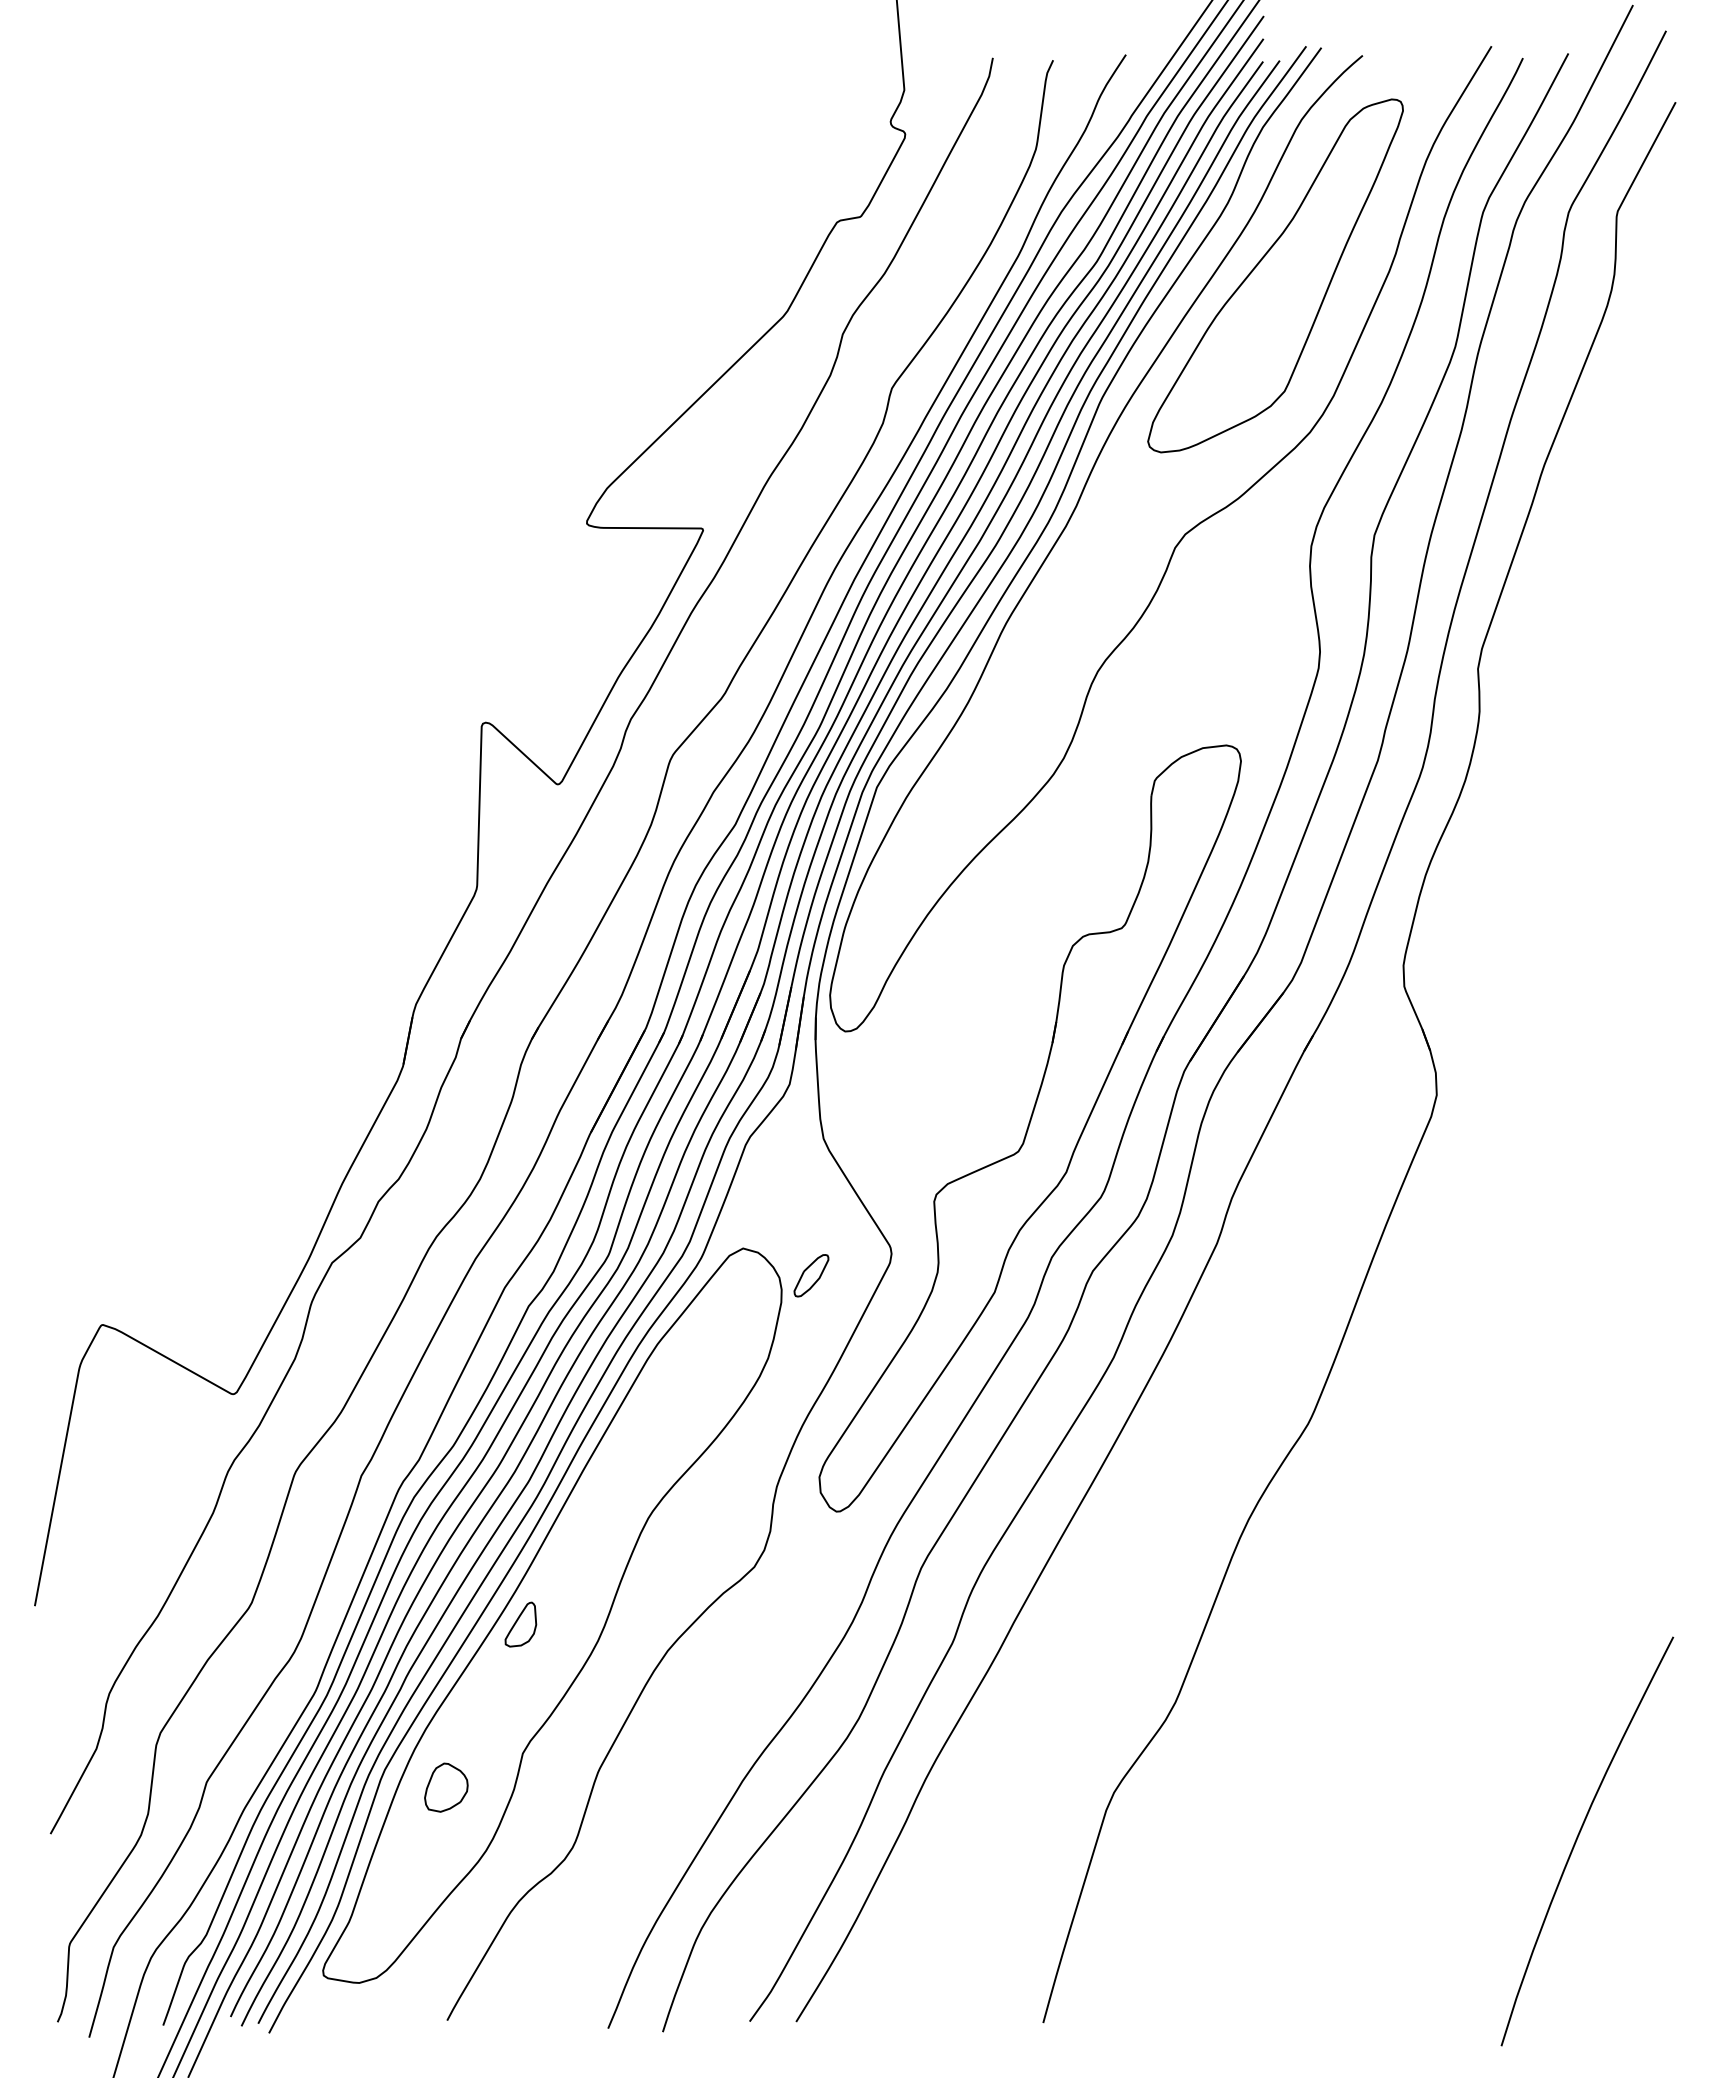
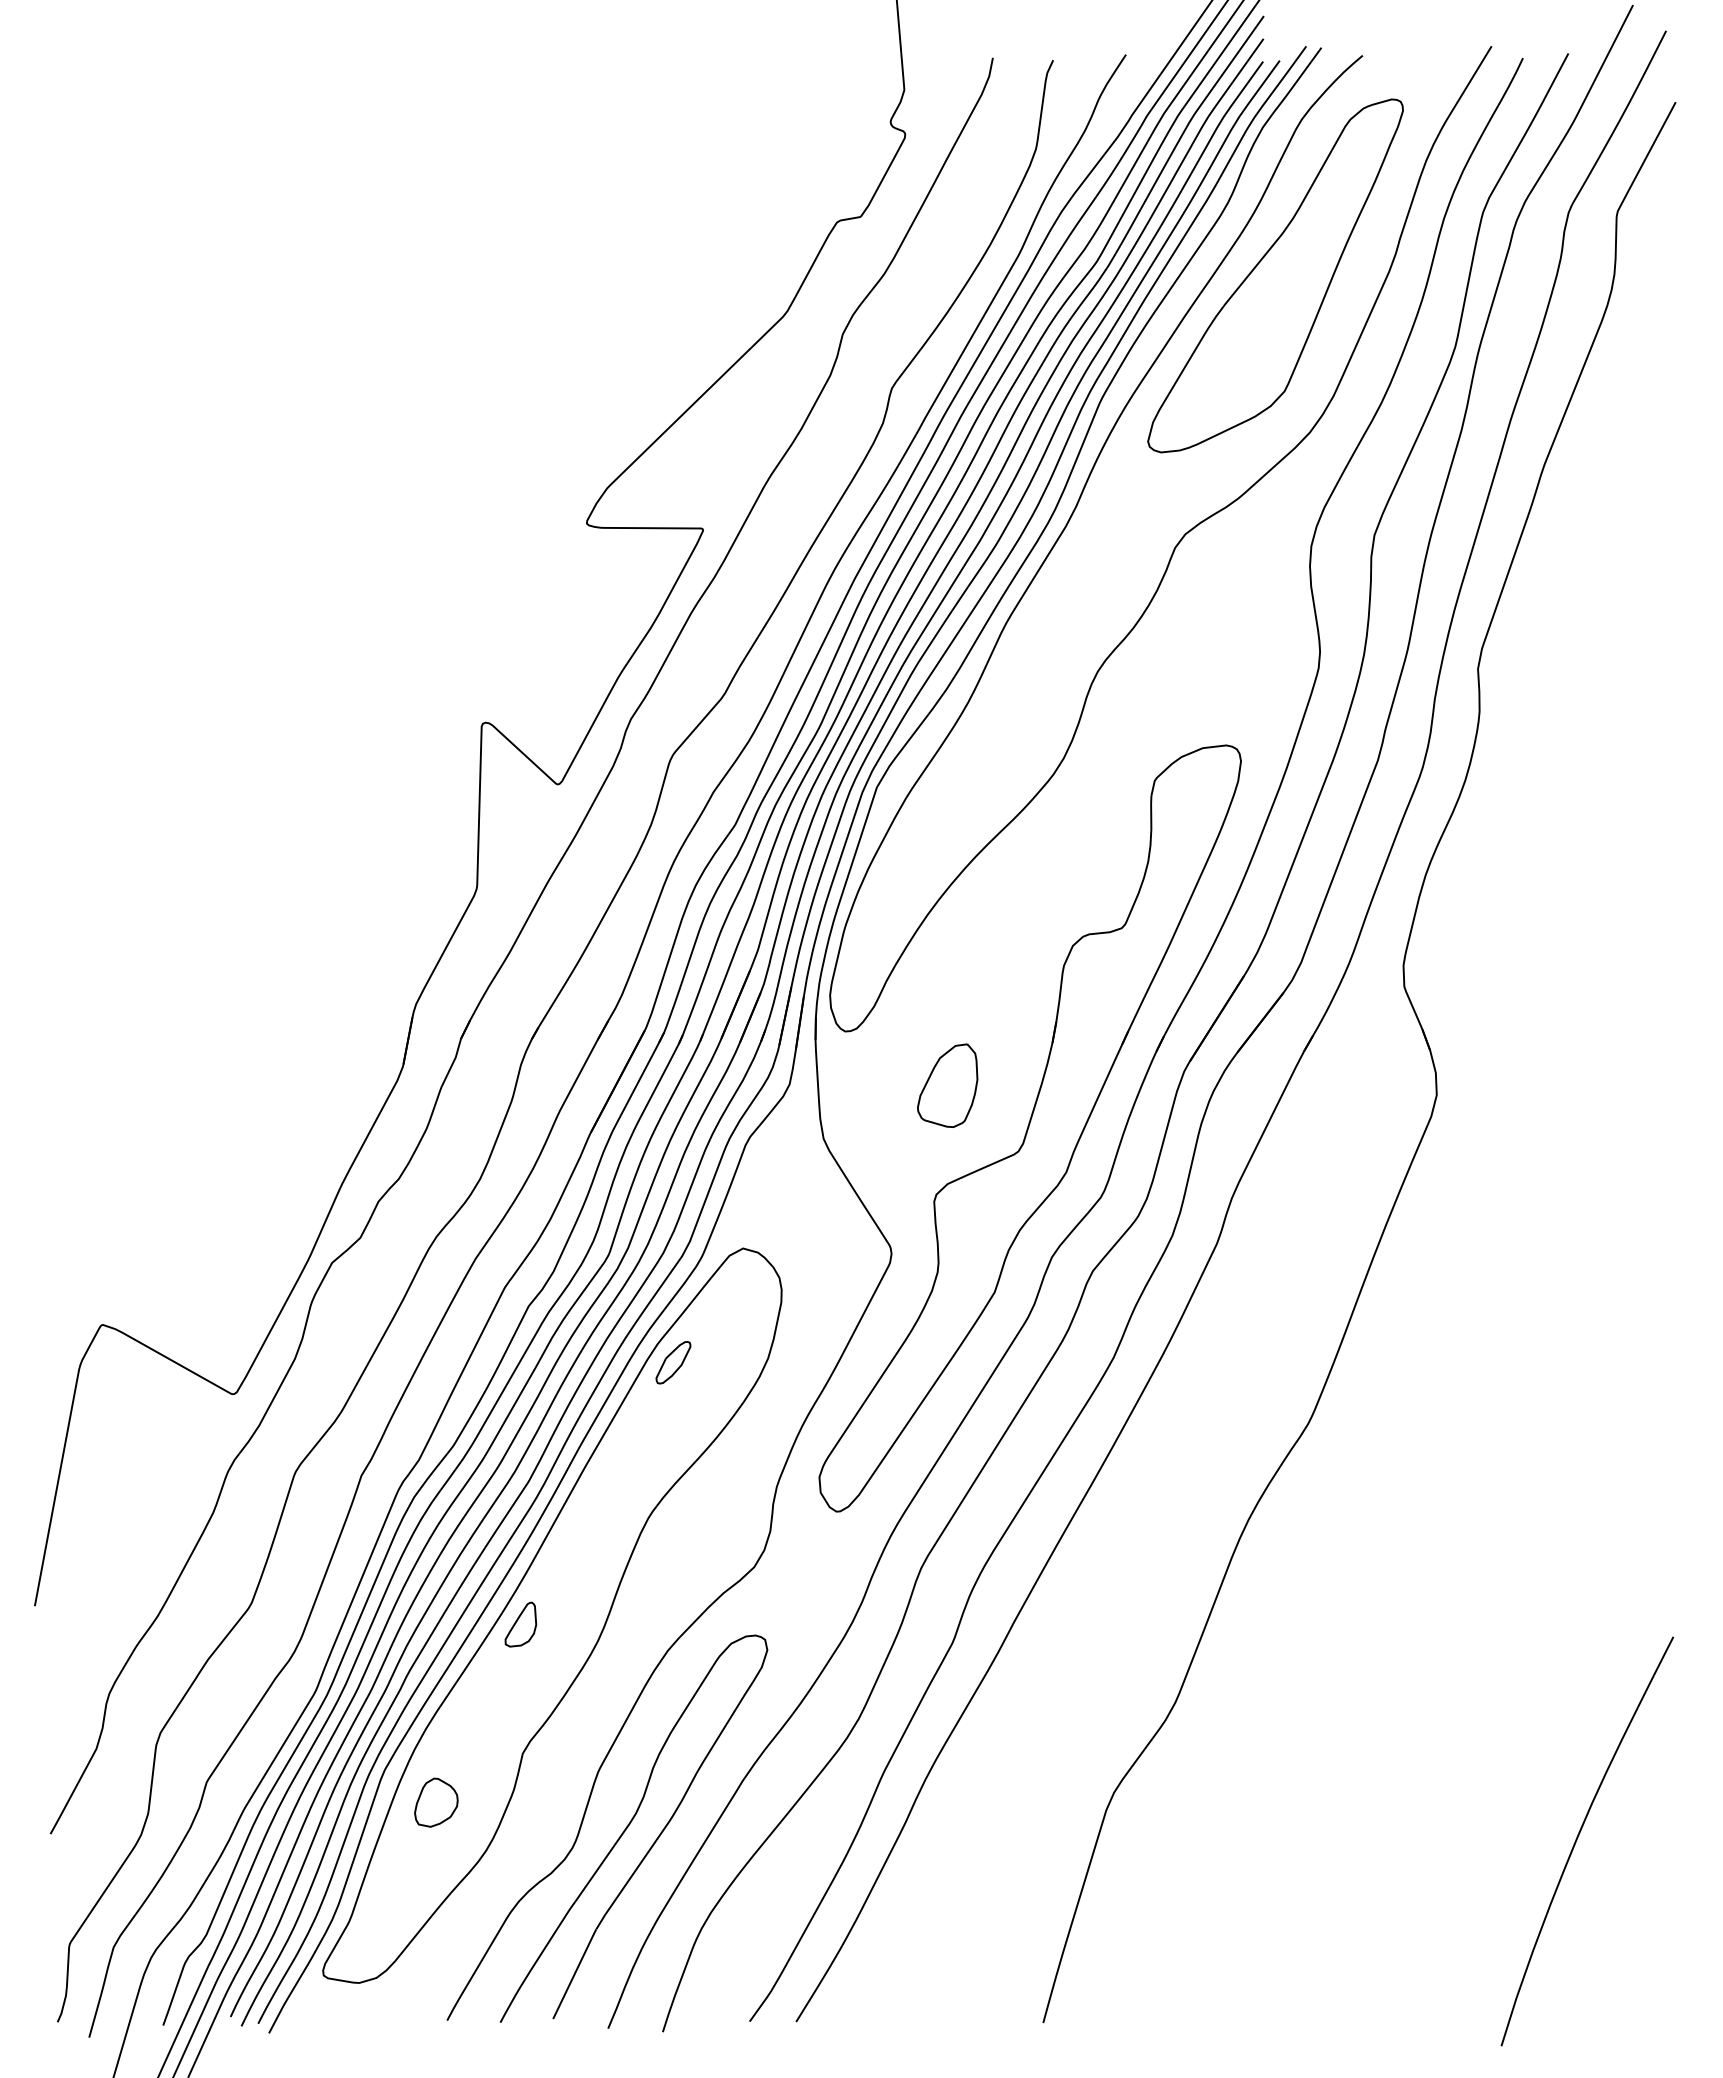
part at (947, 1085): none -> present
part at (811, 1275) position: (811, 1275) -> (673, 1362)
part at (446, 1787) position: (446, 1787) -> (436, 1802)
part at (633, 1828): none -> present
